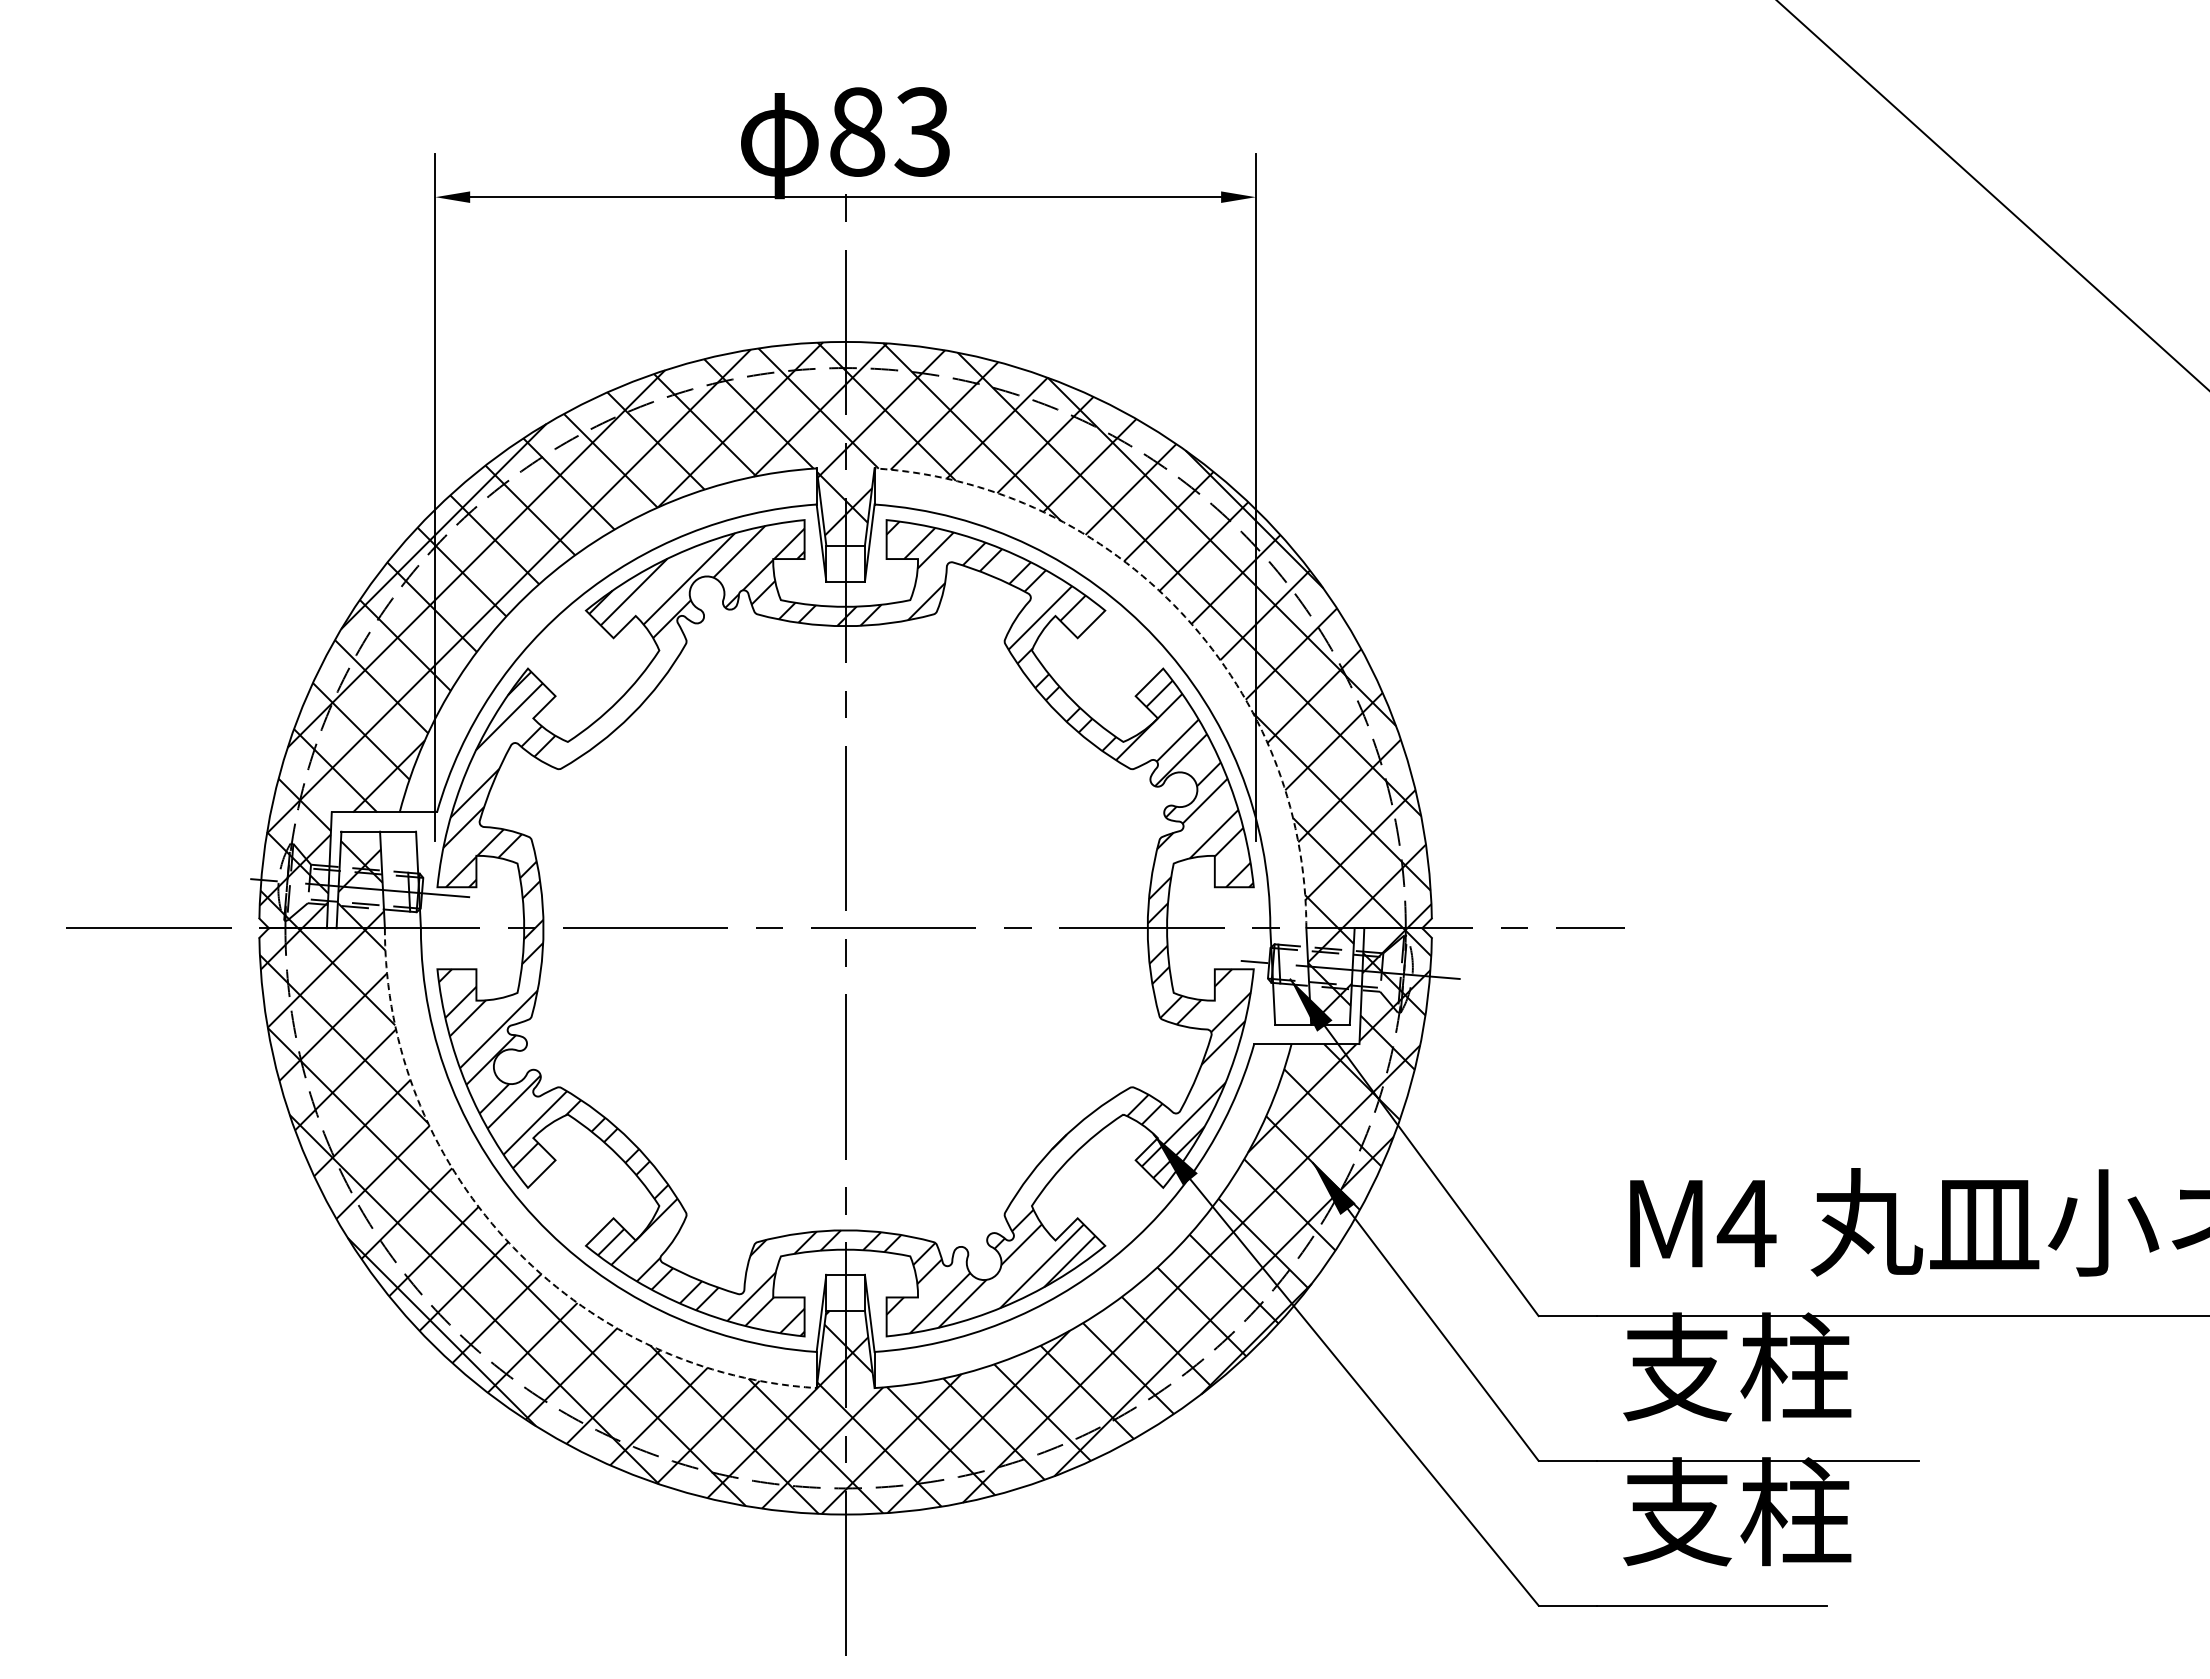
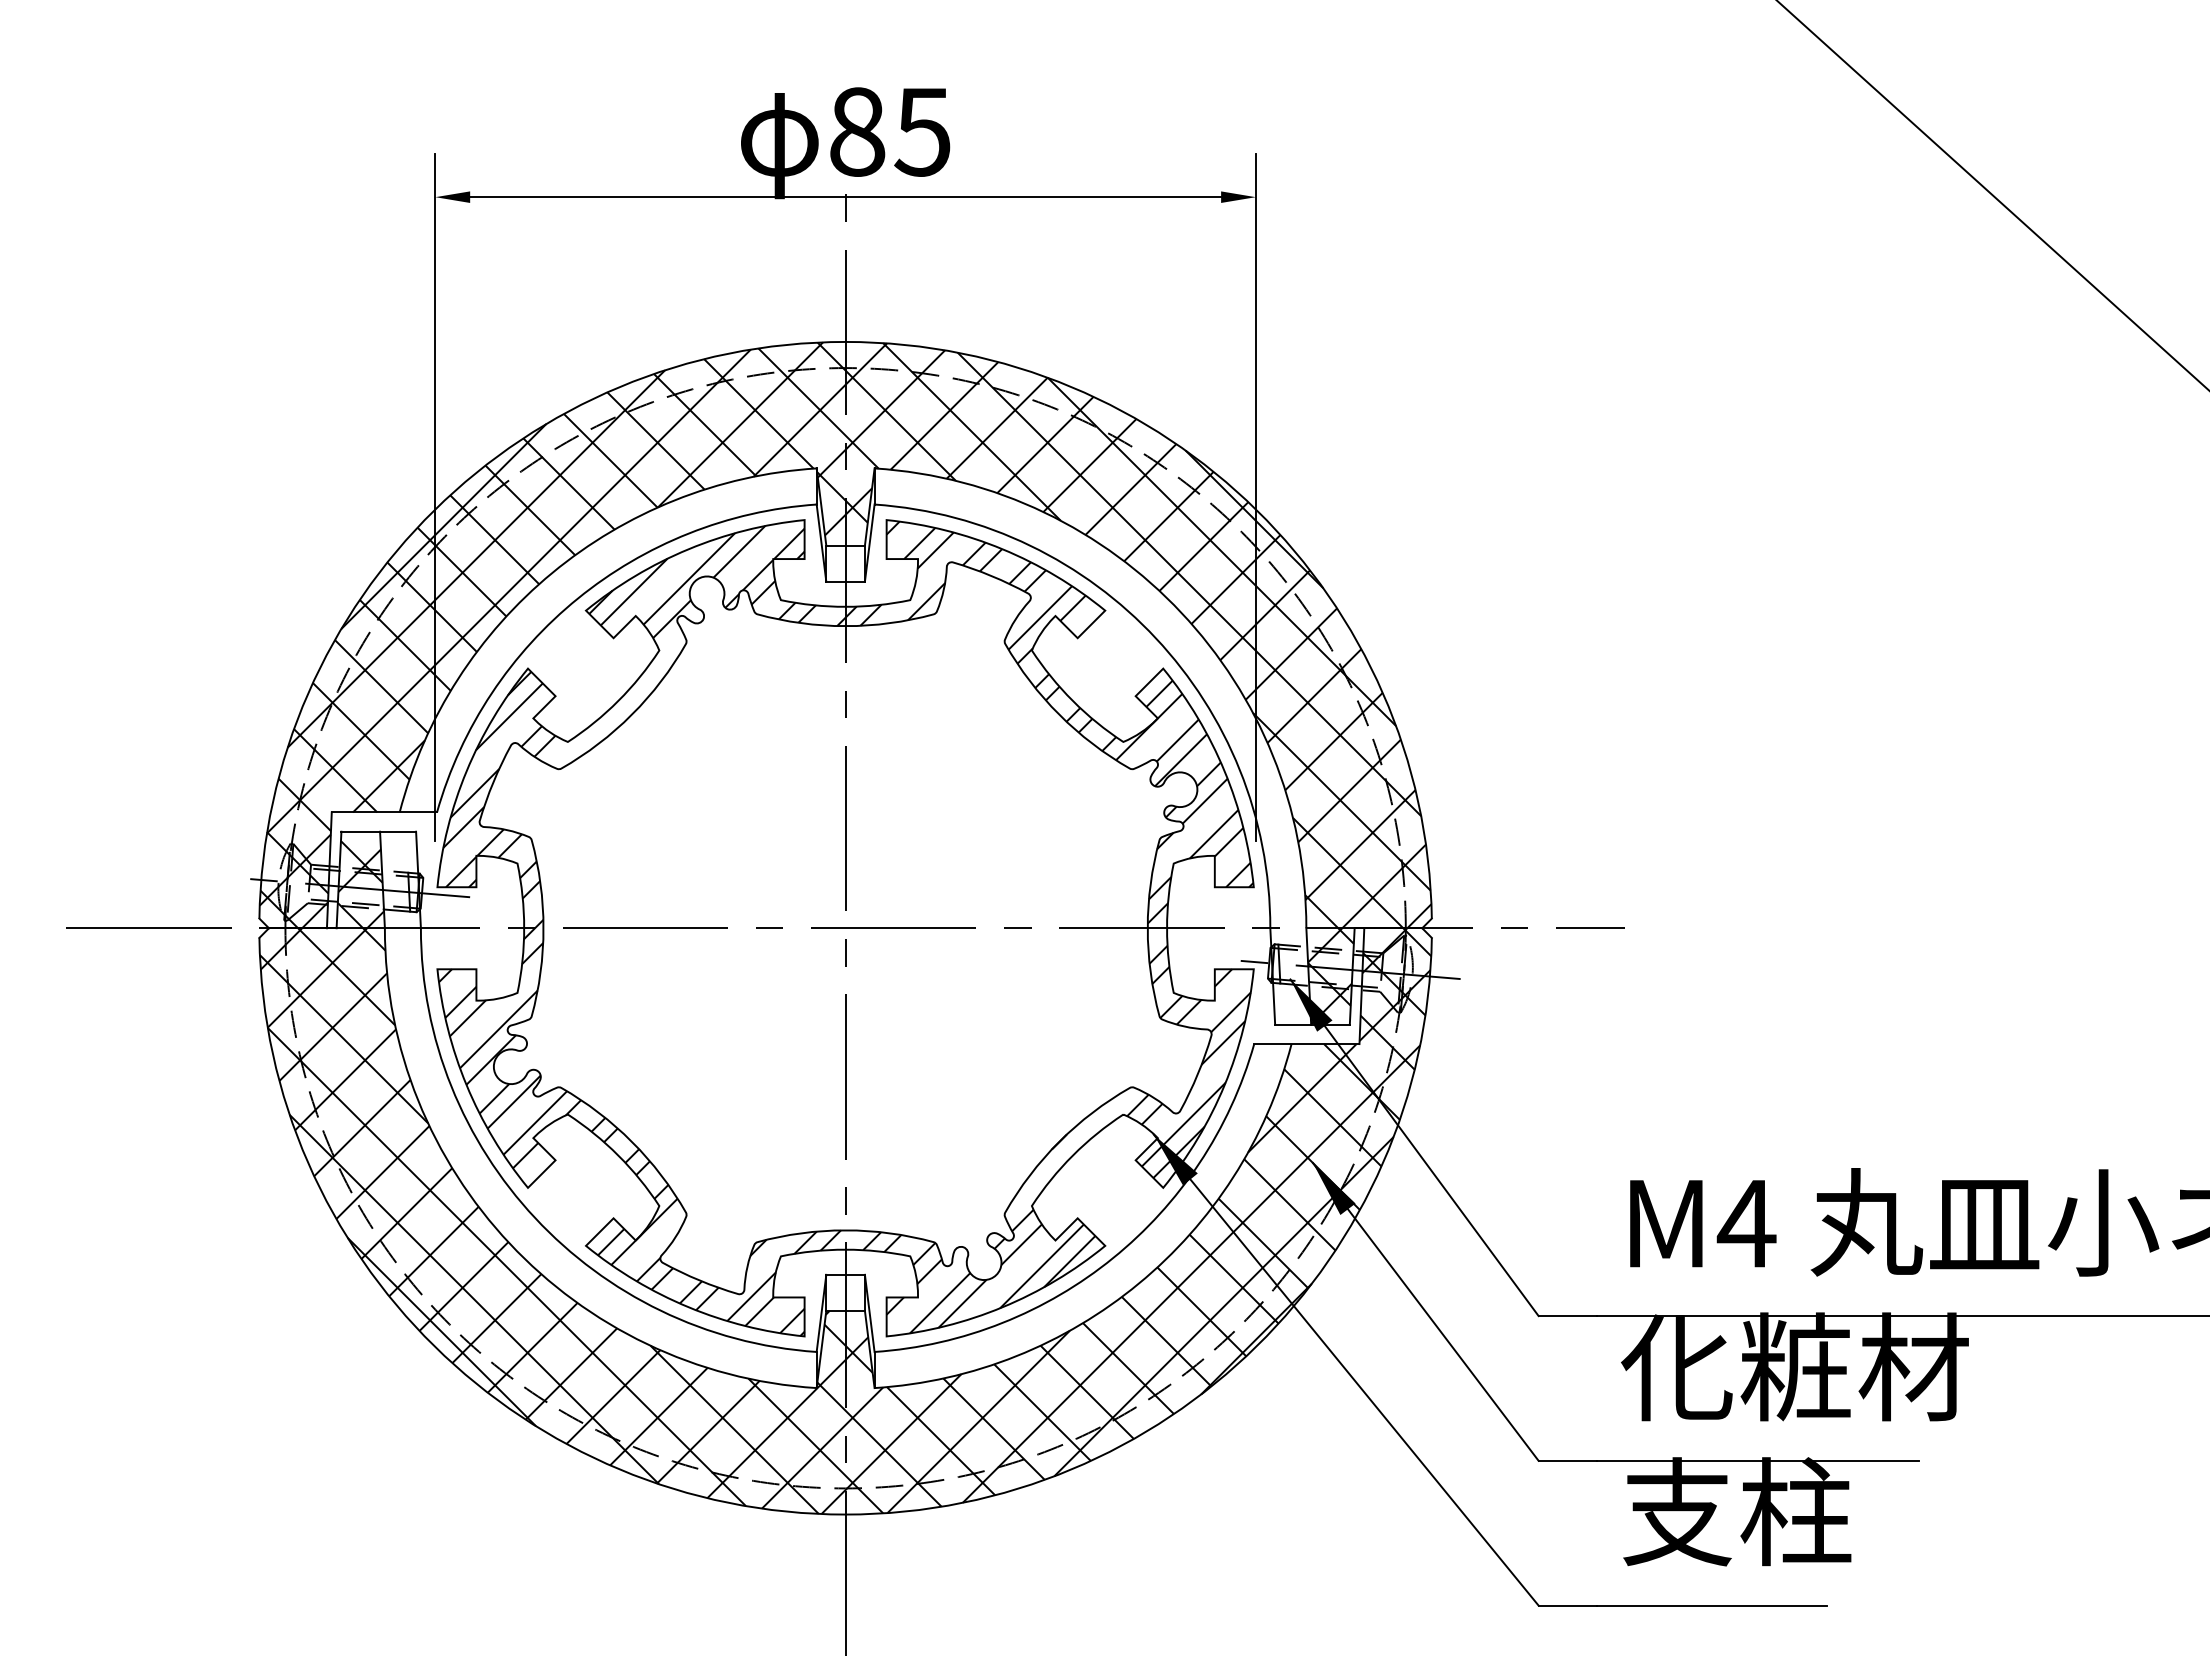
text at (922, 131): 83 -> 85
arc at (1181, 612): dashed -> solid
arc at (509, 1243): dashed -> solid
text at (1794, 1366): 支柱 -> 化粧材
